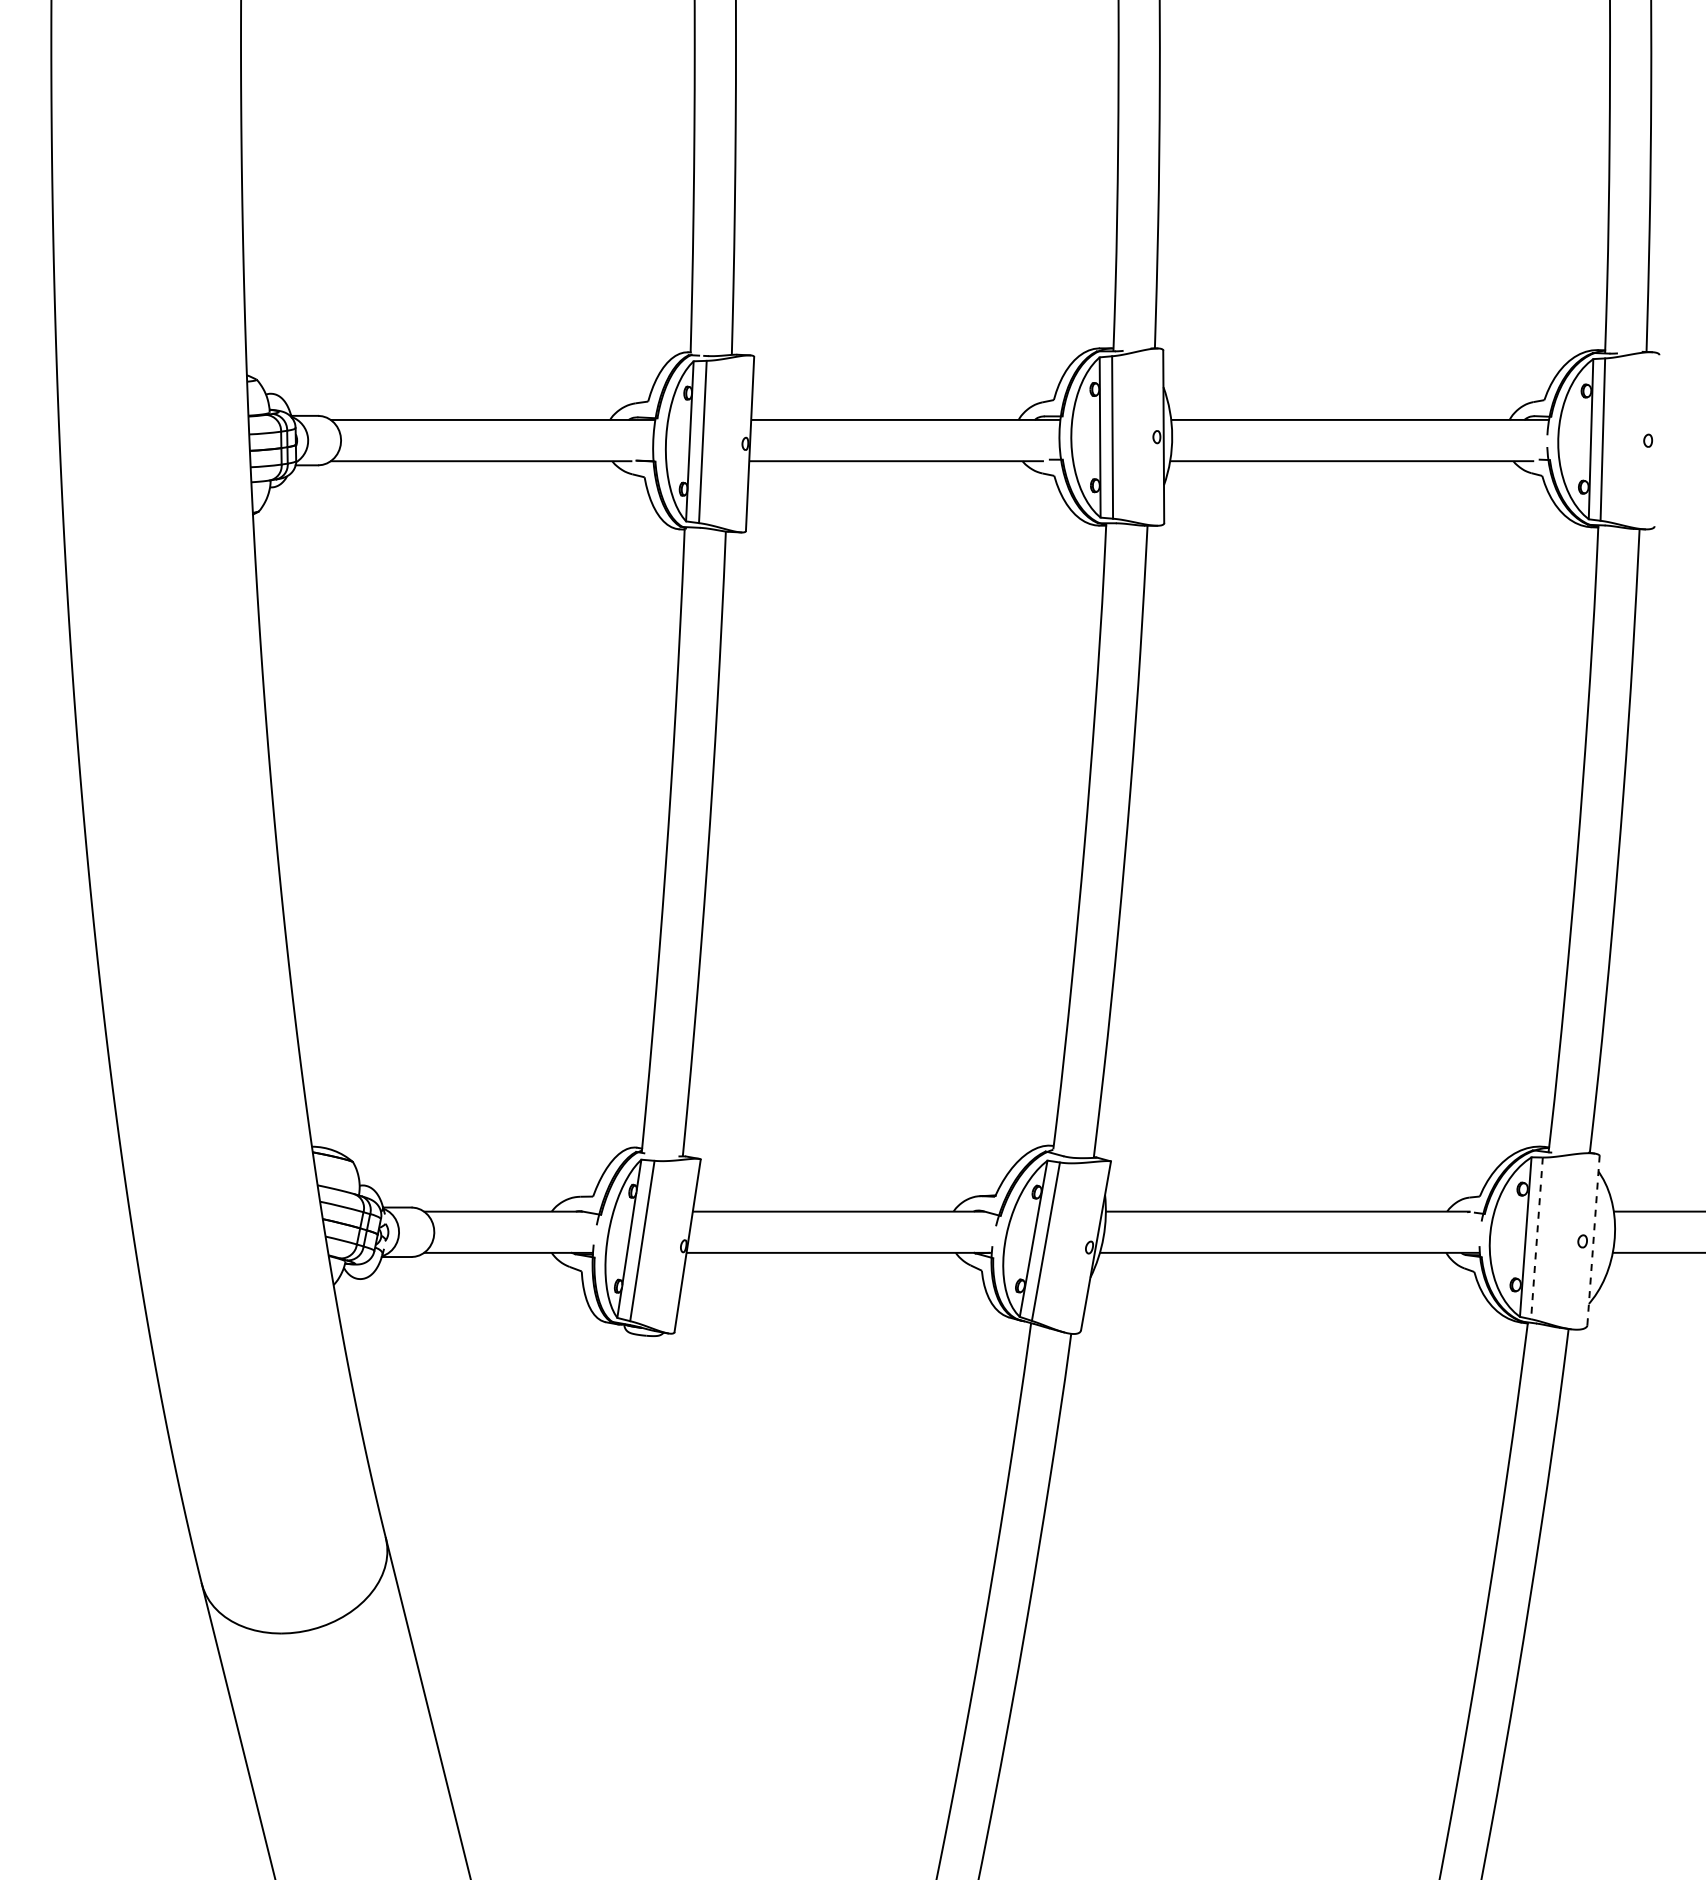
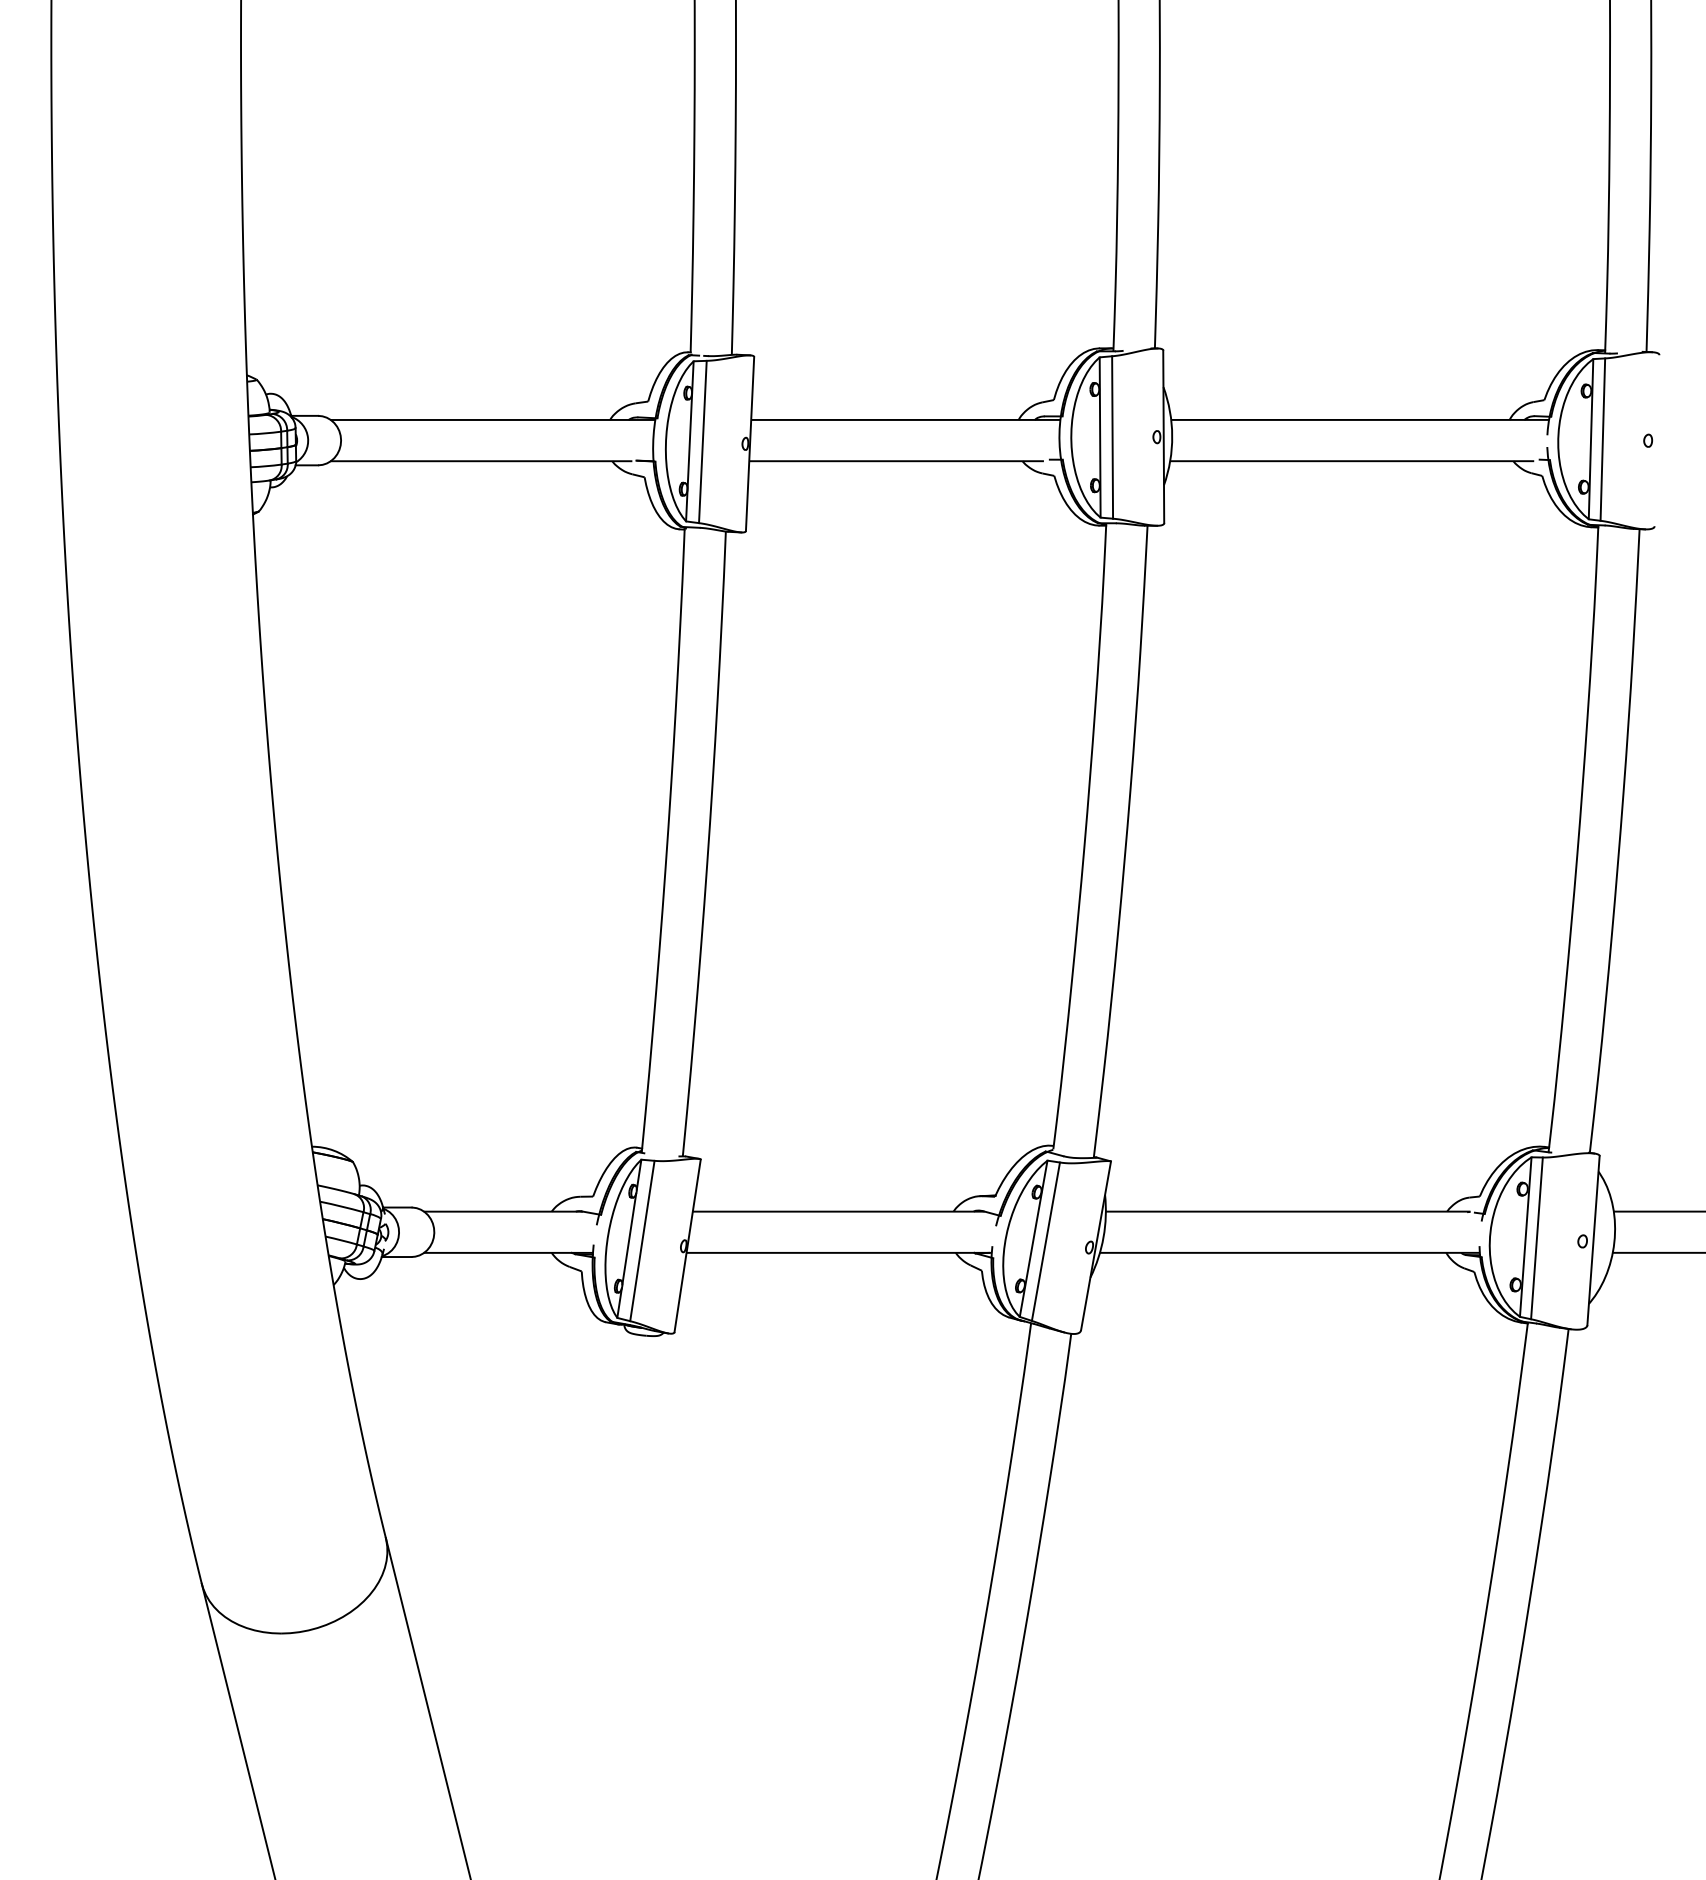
line at (1536, 1238): dashed -> solid
line at (1593, 1240): dashed -> solid
